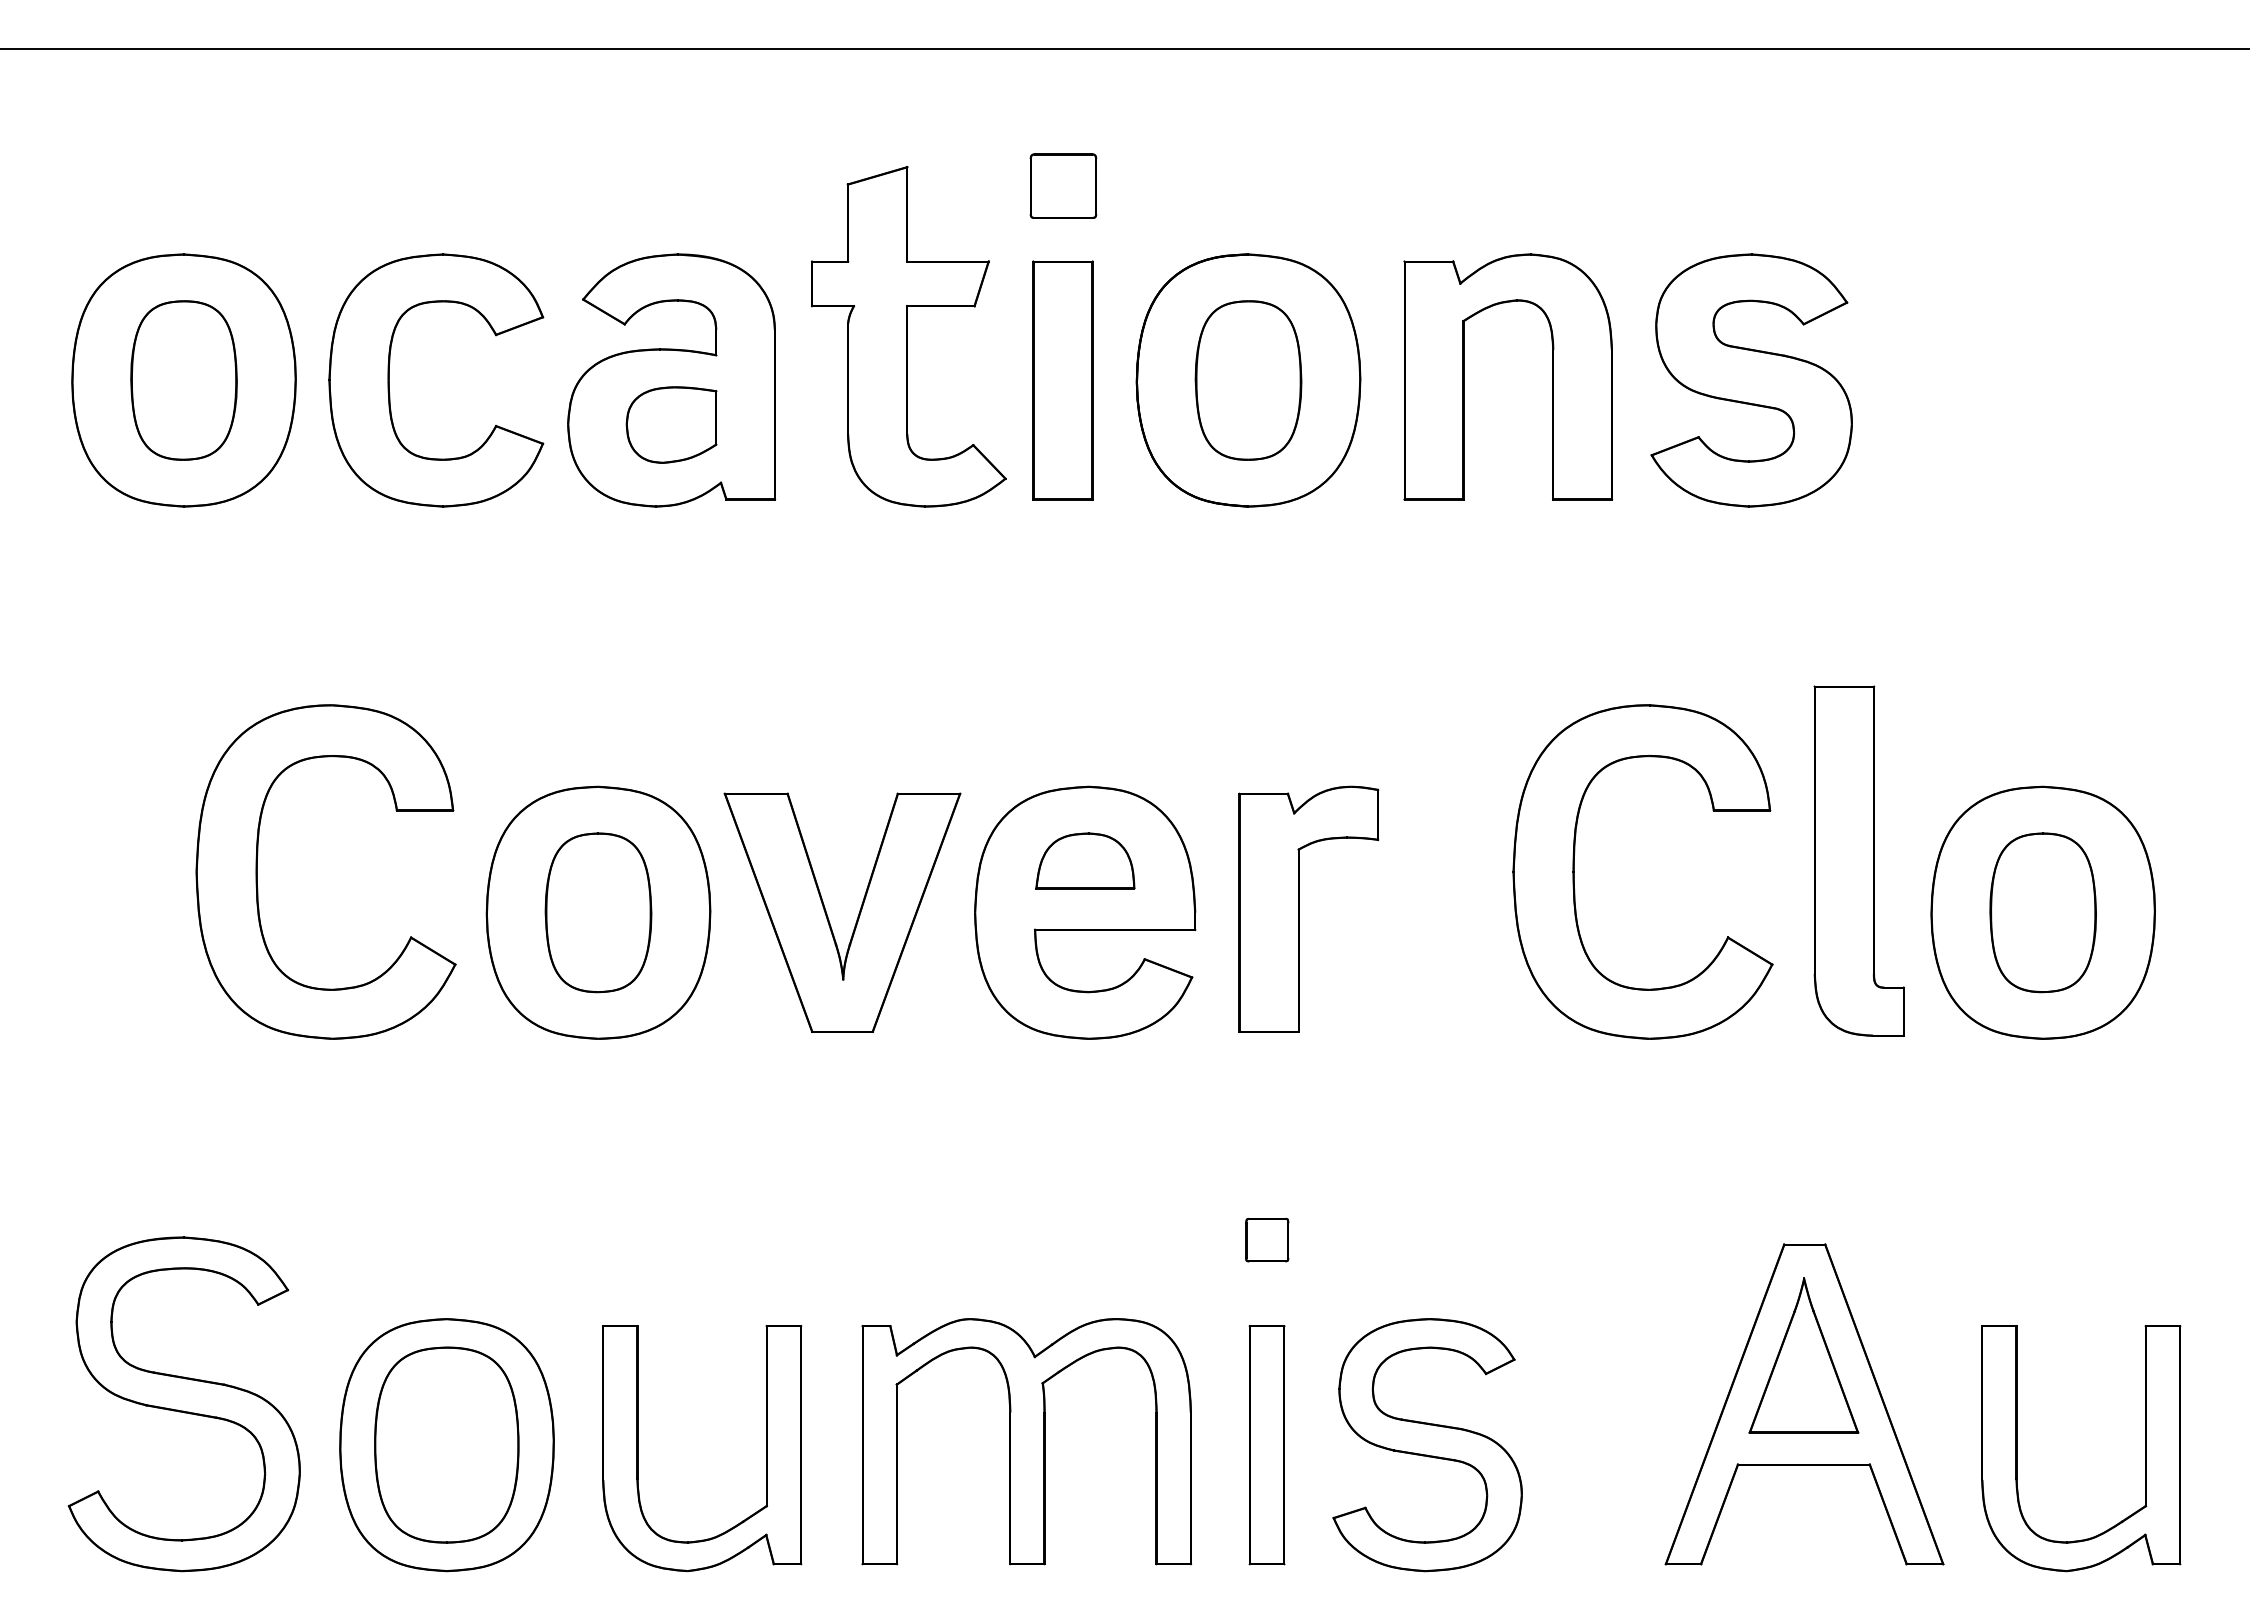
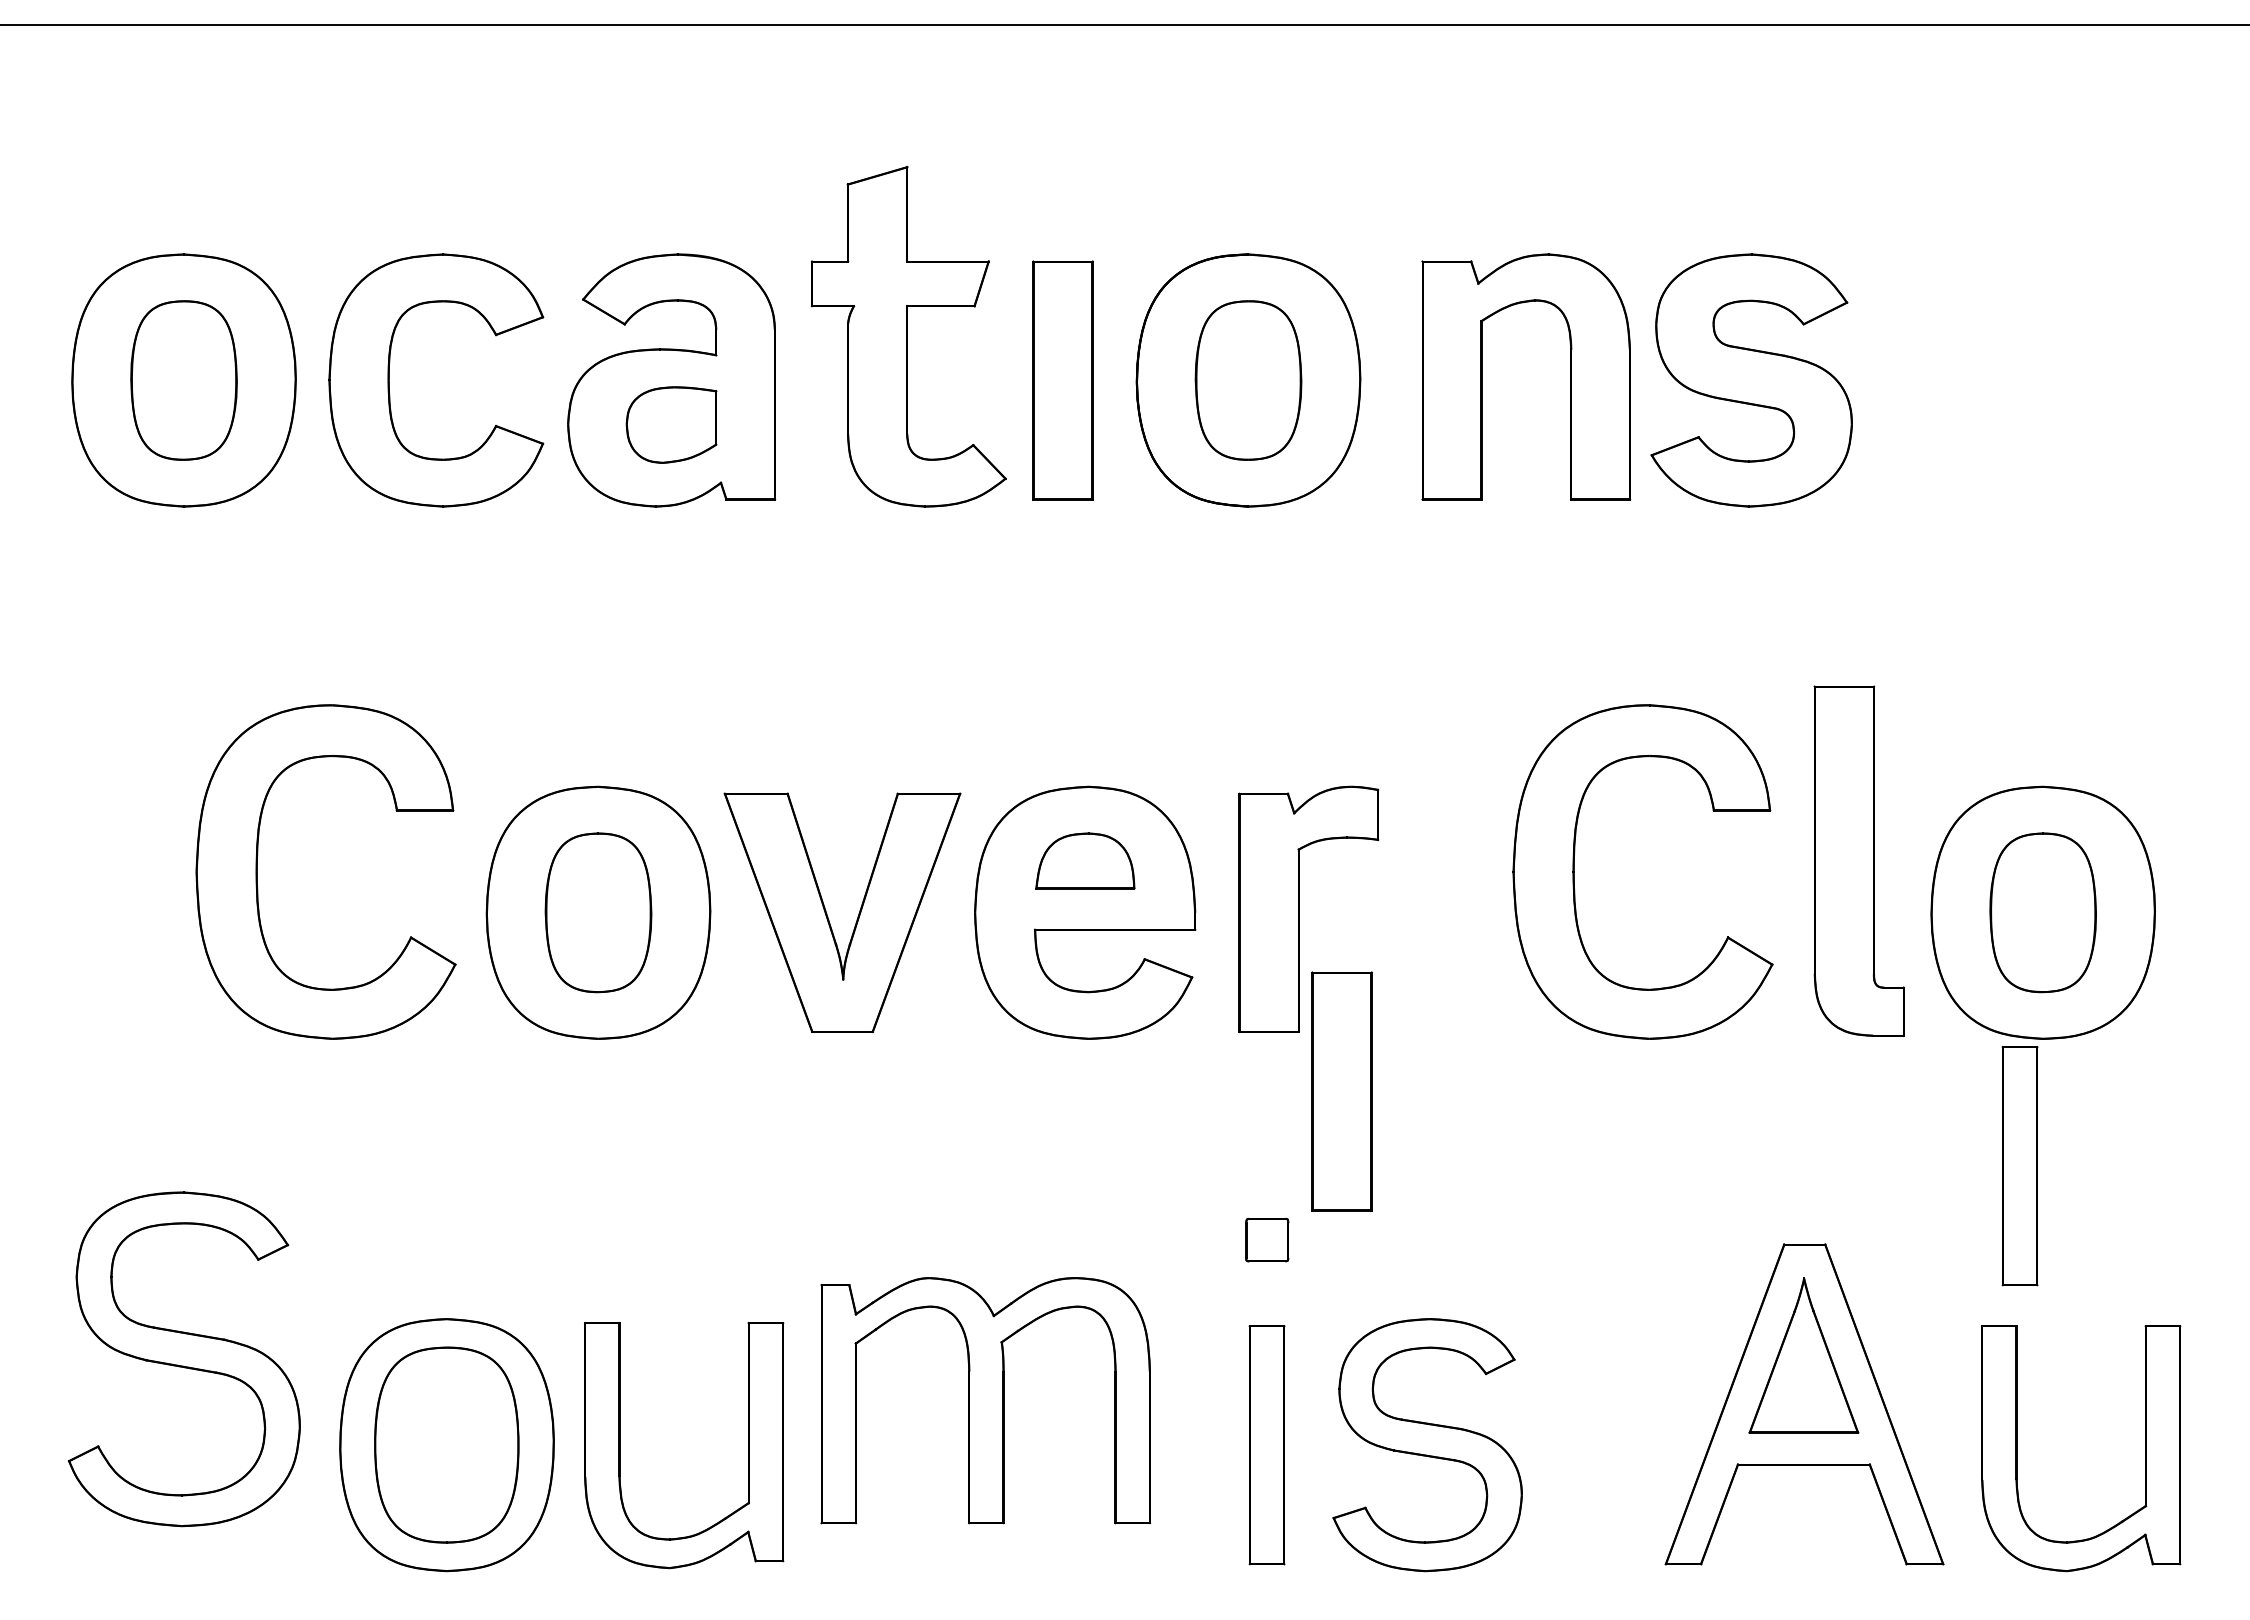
line at (1124, 48) position: (1124, 48) -> (1124, 24)
part at (1063, 185): present -> none
part at (1464, 376) position: (1464, 376) -> (1482, 376)
part at (1341, 1091): none -> present
part at (2019, 1166): none -> present
part at (184, 1404) position: (184, 1404) -> (184, 1359)
part at (1026, 1441) position: (1026, 1441) -> (985, 1400)
part at (638, 1448) position: (638, 1448) -> (620, 1445)
